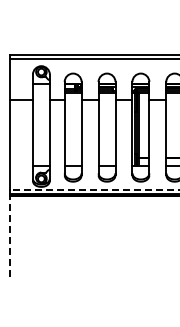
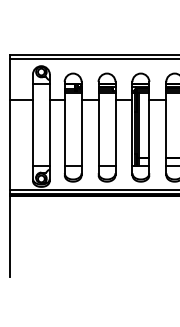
line at (94, 189): dashed -> solid
line at (9, 236): dashed -> solid
